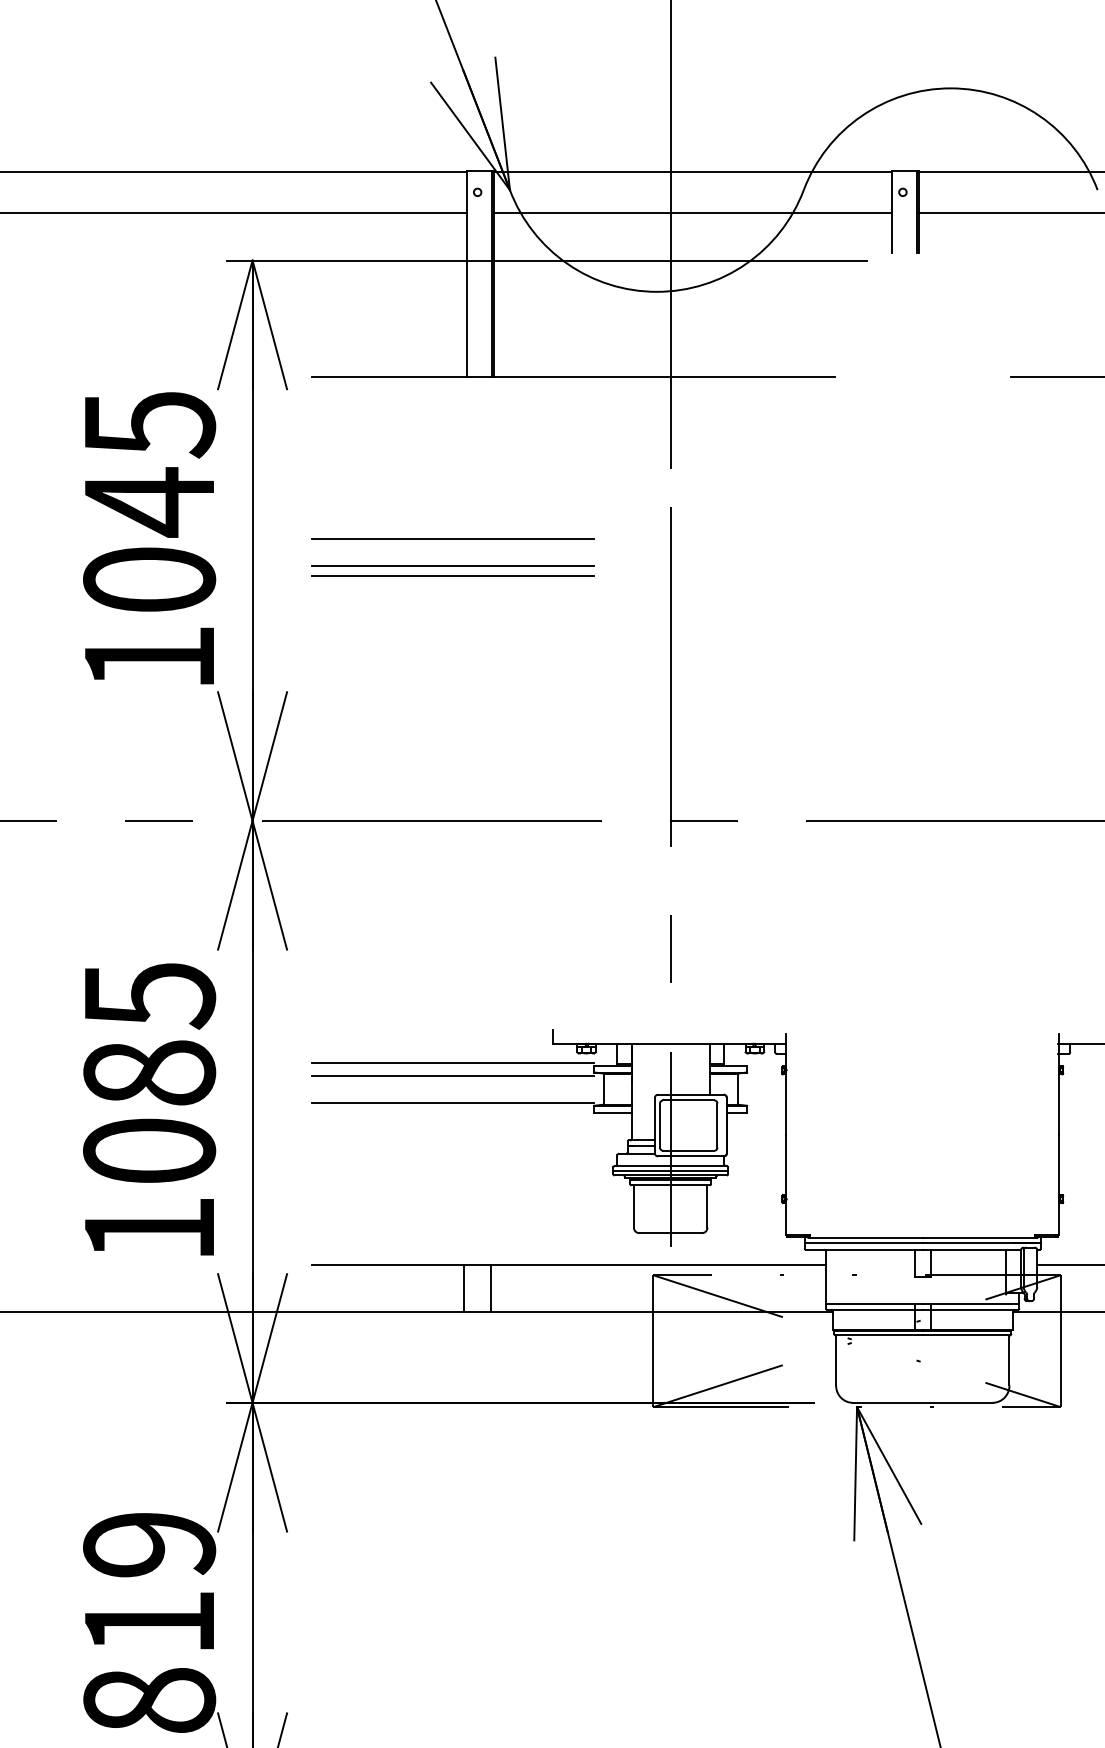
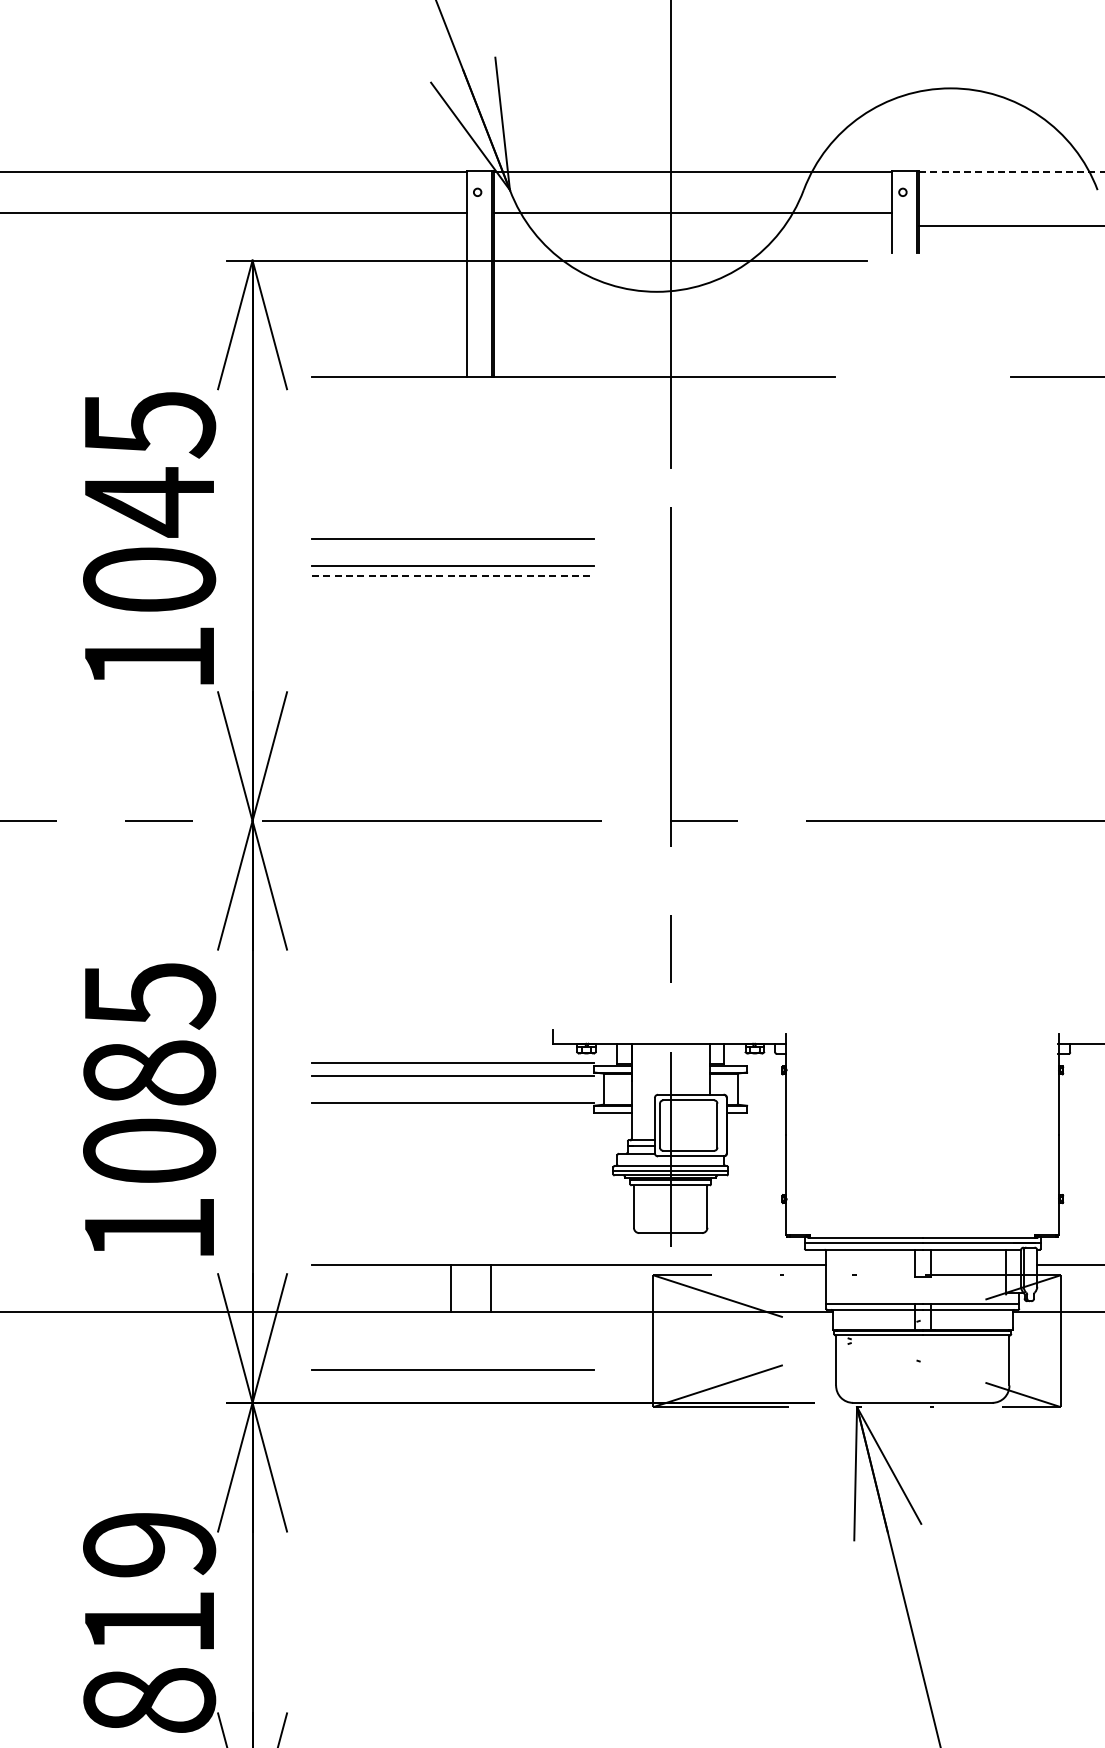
line at (1011, 172): solid -> dashed
line at (1010, 212) position: (1010, 212) -> (1010, 225)
line at (453, 575): solid -> dashed
line at (464, 1288) position: (464, 1288) -> (451, 1288)
line at (452, 1369): none -> present
